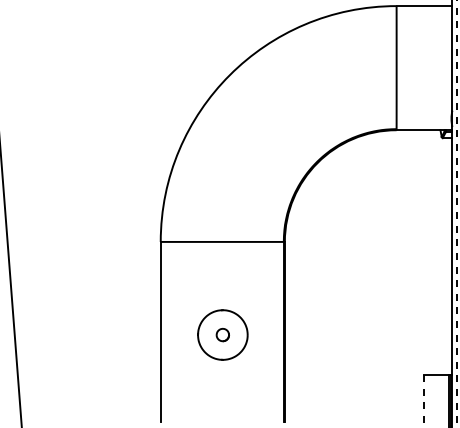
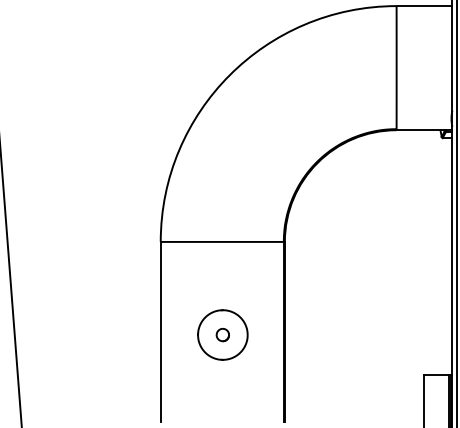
line at (456, 214): dashed -> solid
line at (424, 401): dashed -> solid
